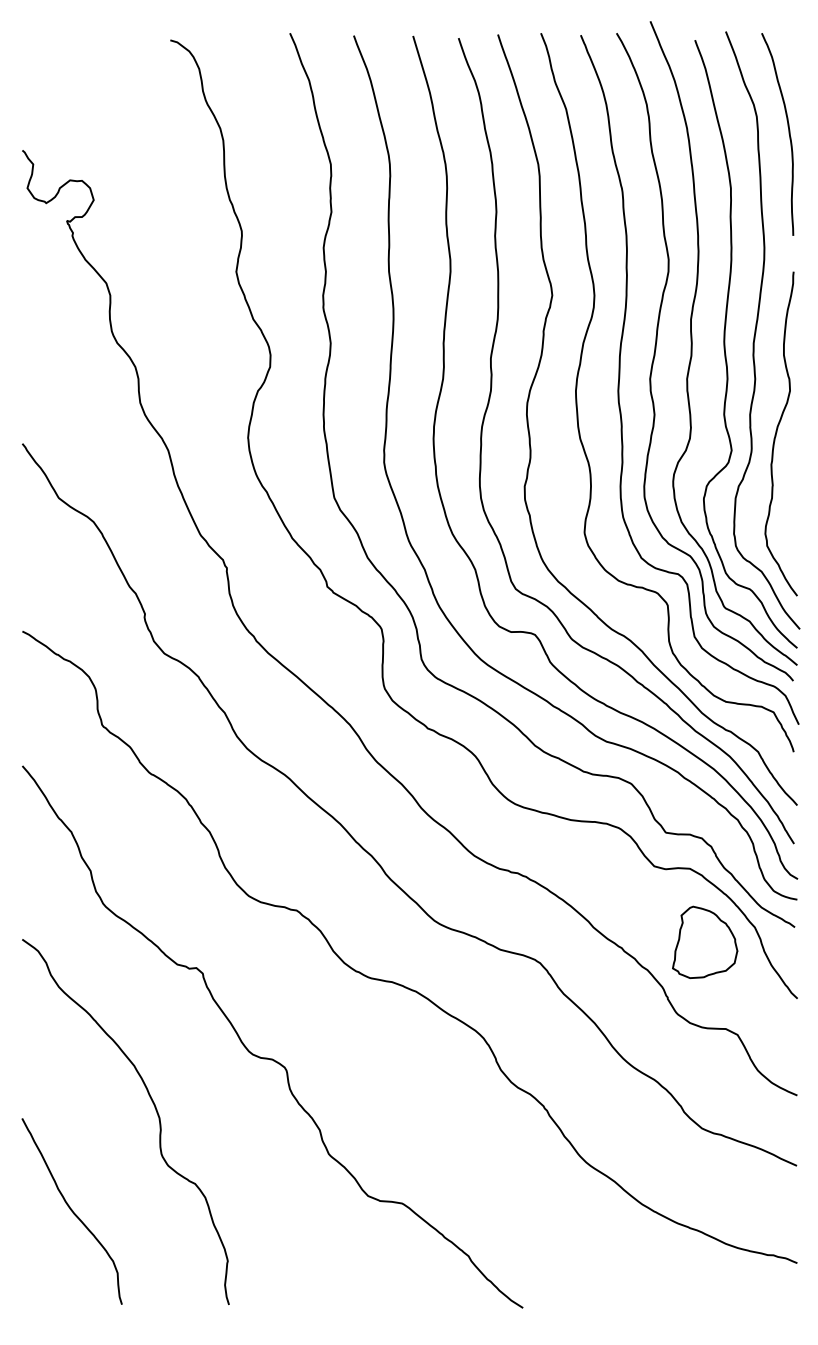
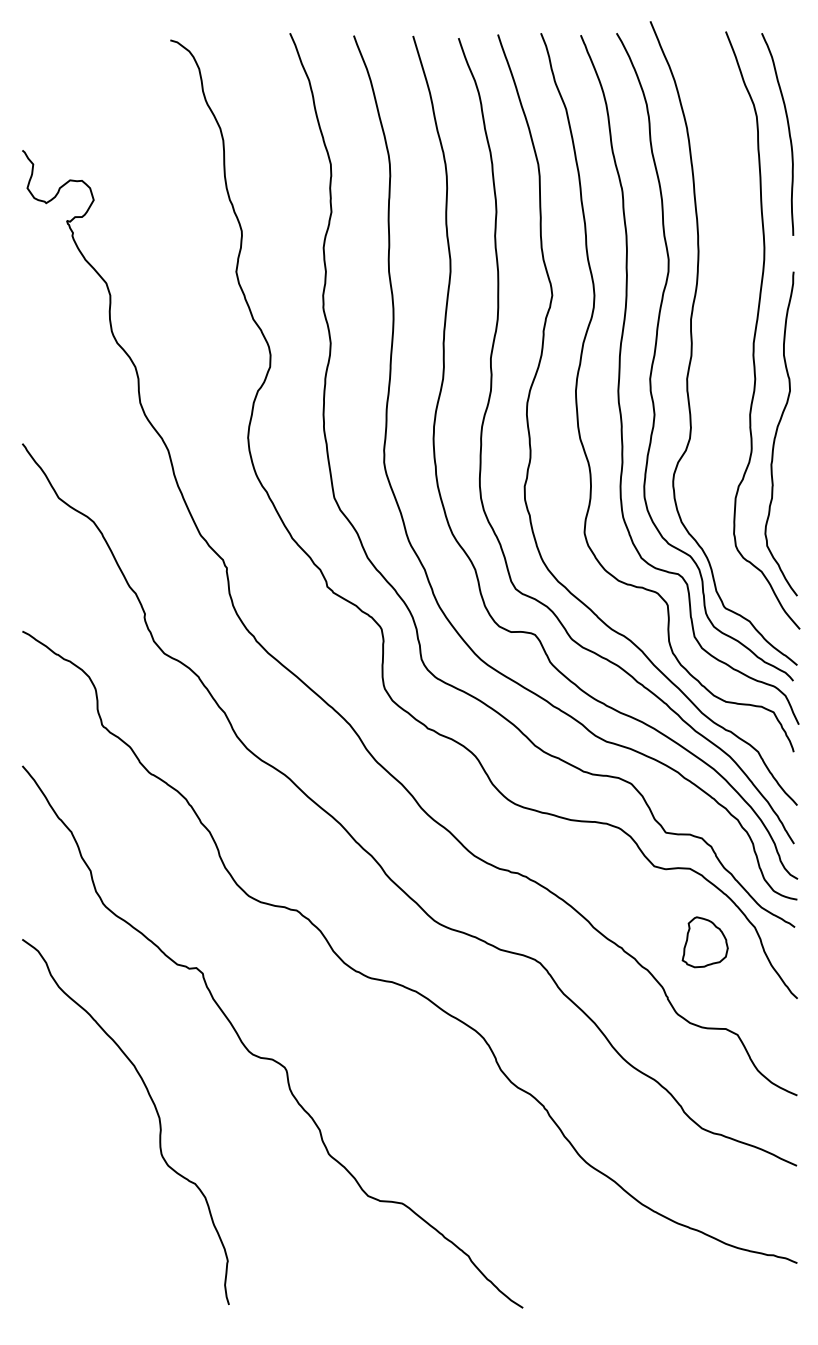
curve at (725, 344): present -> none
part at (705, 941) size: 67x74 px -> 48x53 px
curve at (71, 1211): present -> none
